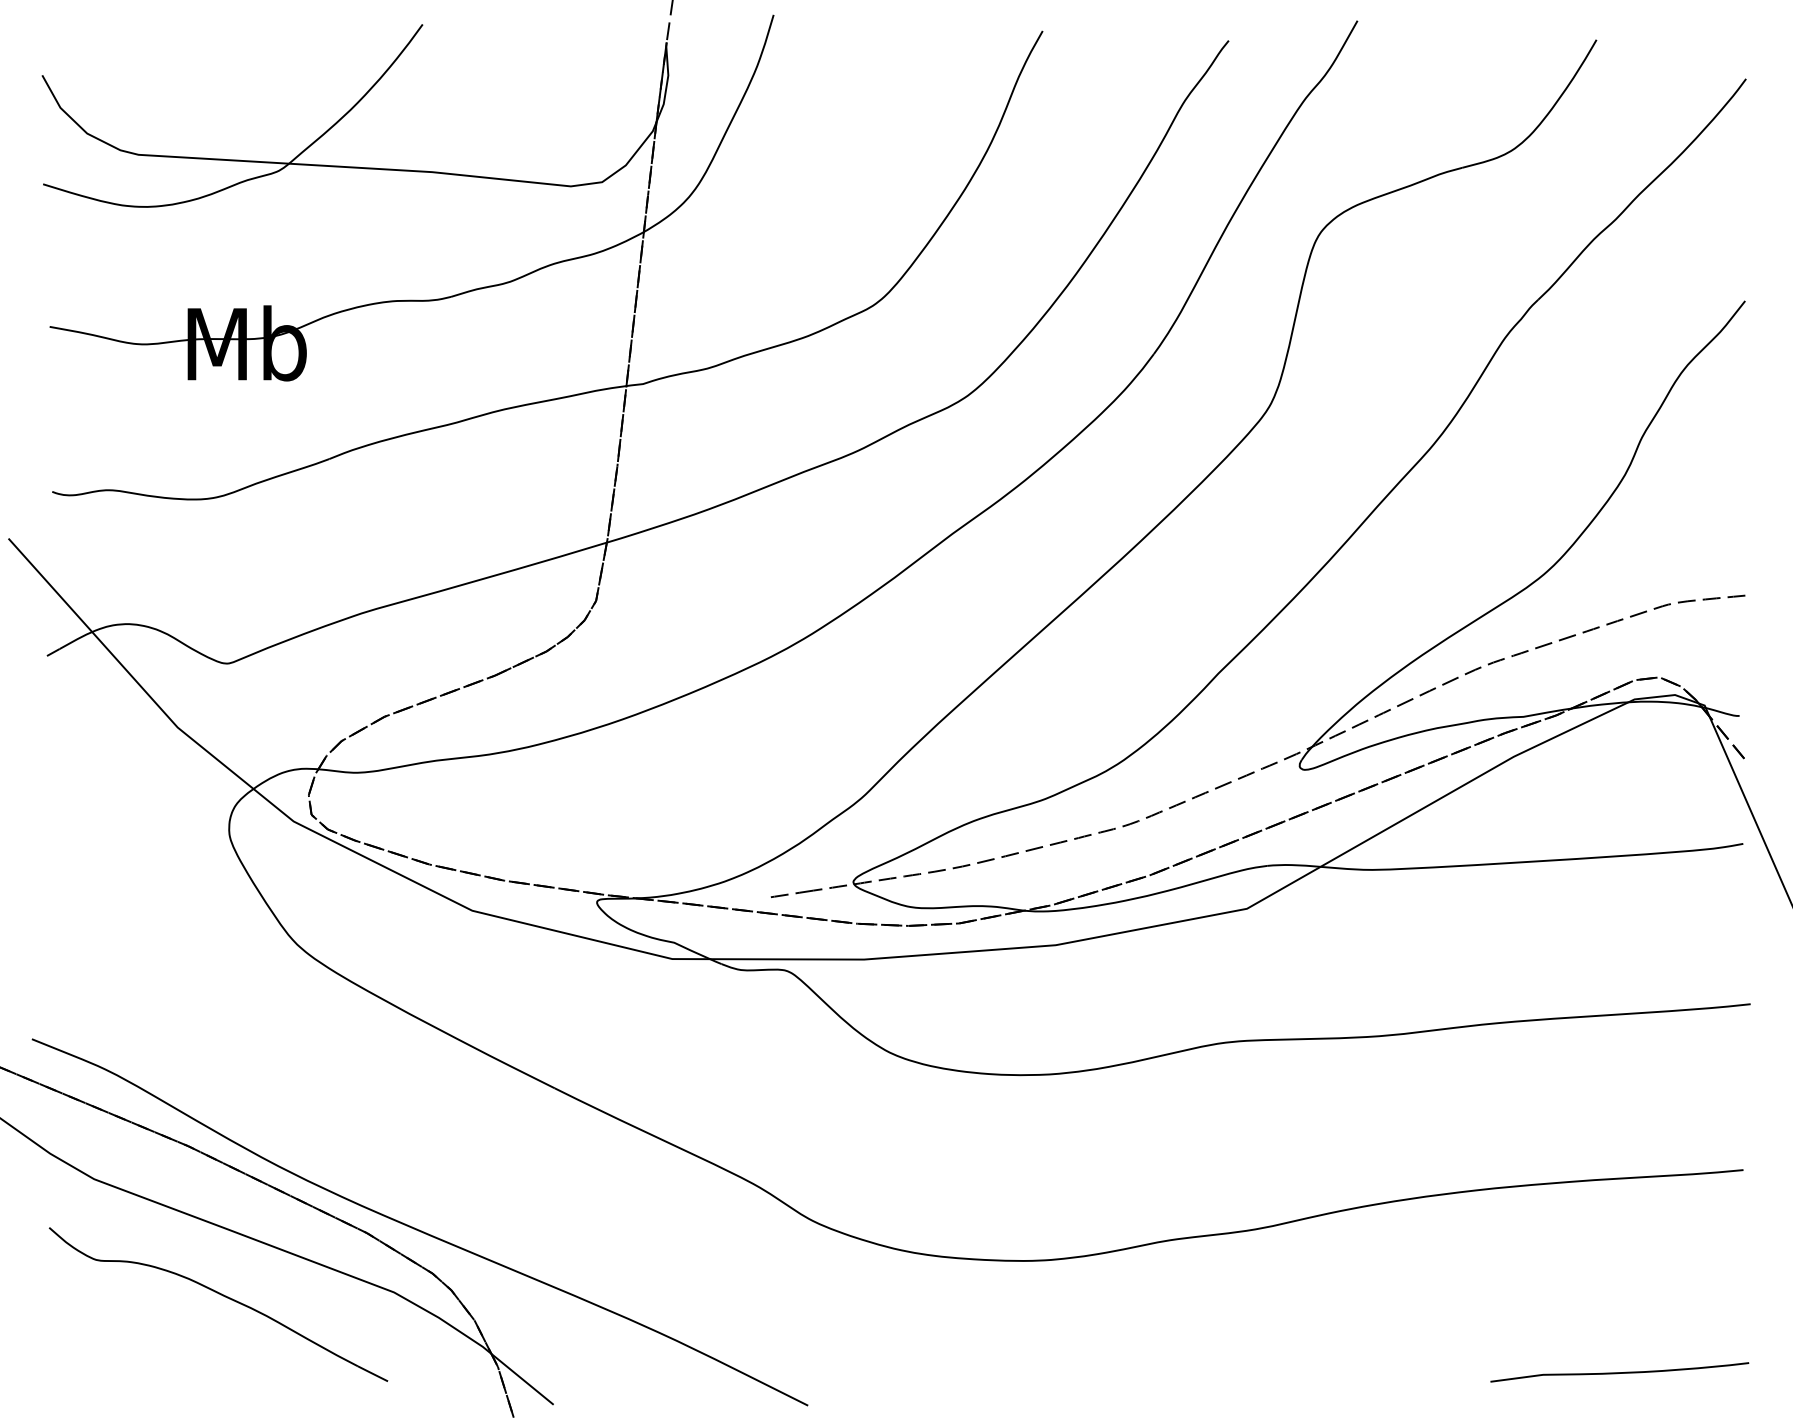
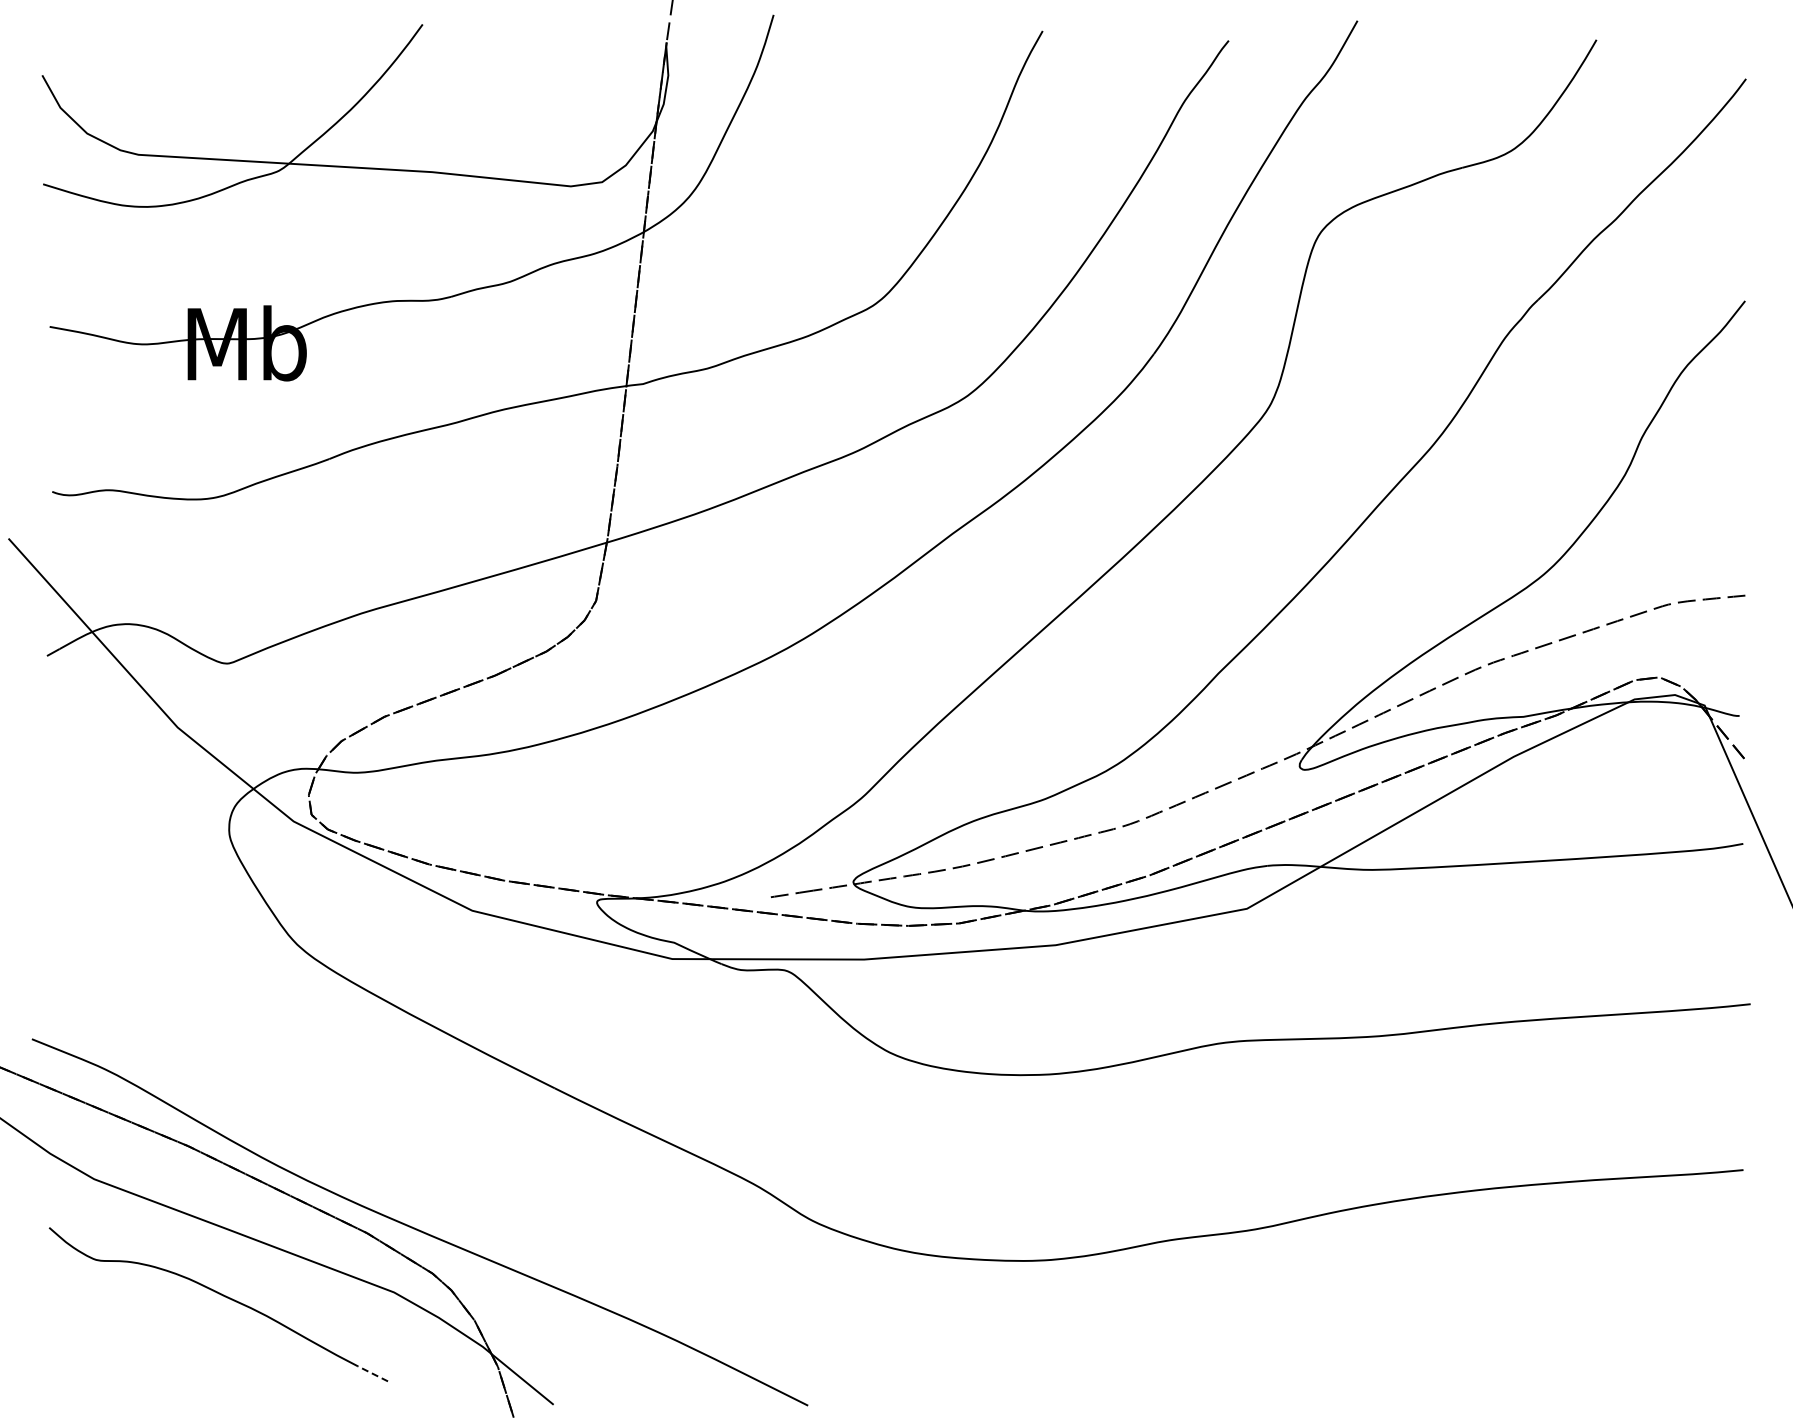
curve at (1619, 1372): present -> none
line at (372, 1373): solid -> dashed
